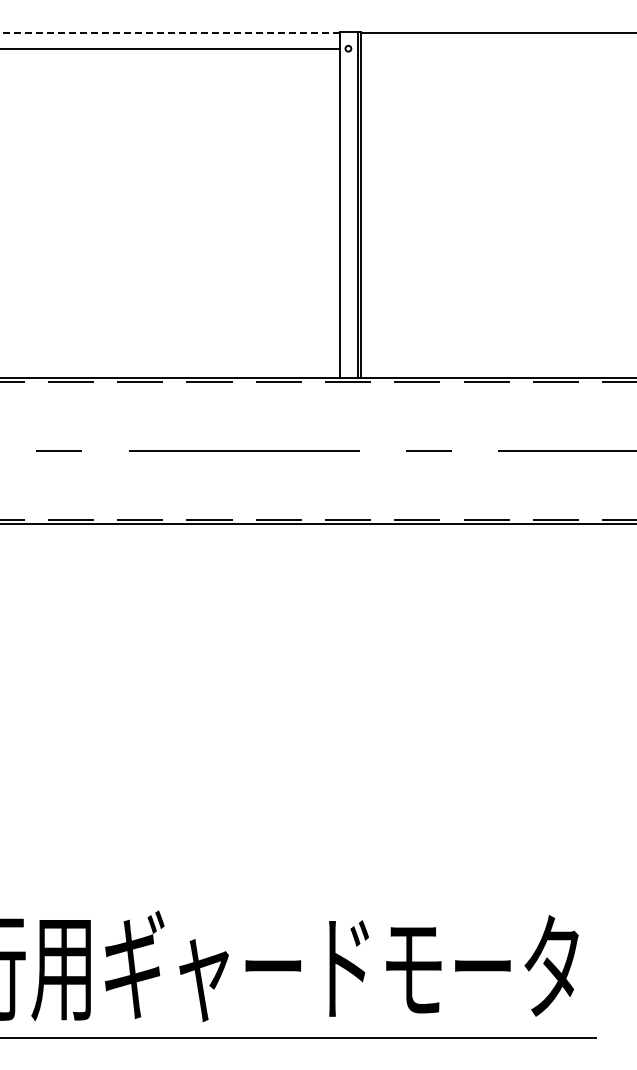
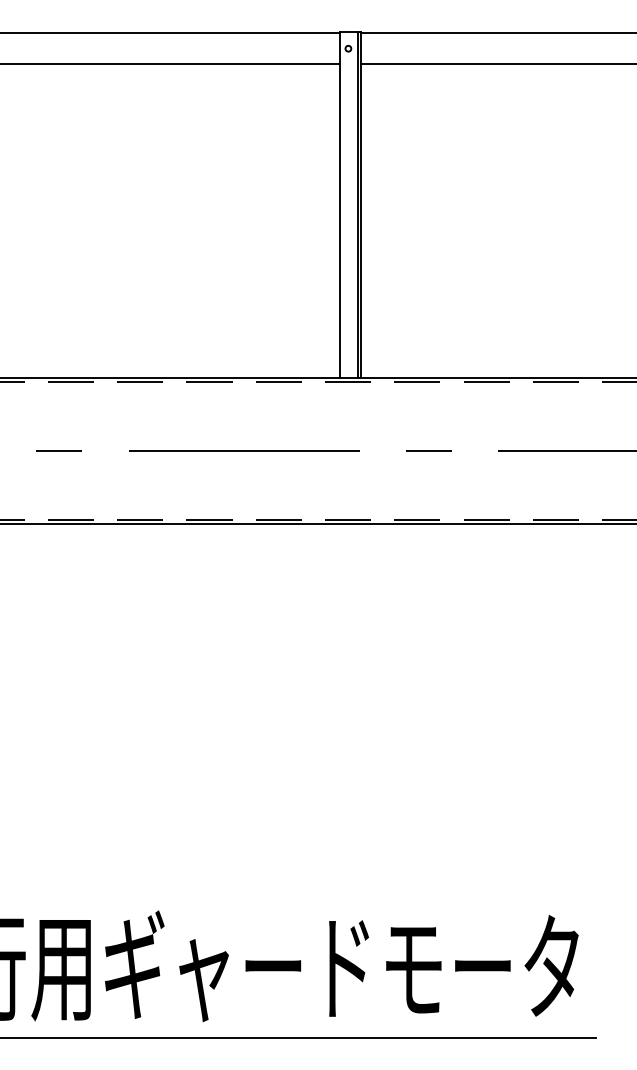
line at (170, 33): dashed -> solid
line at (171, 49) position: (171, 49) -> (171, 64)
line at (496, 64): none -> present
